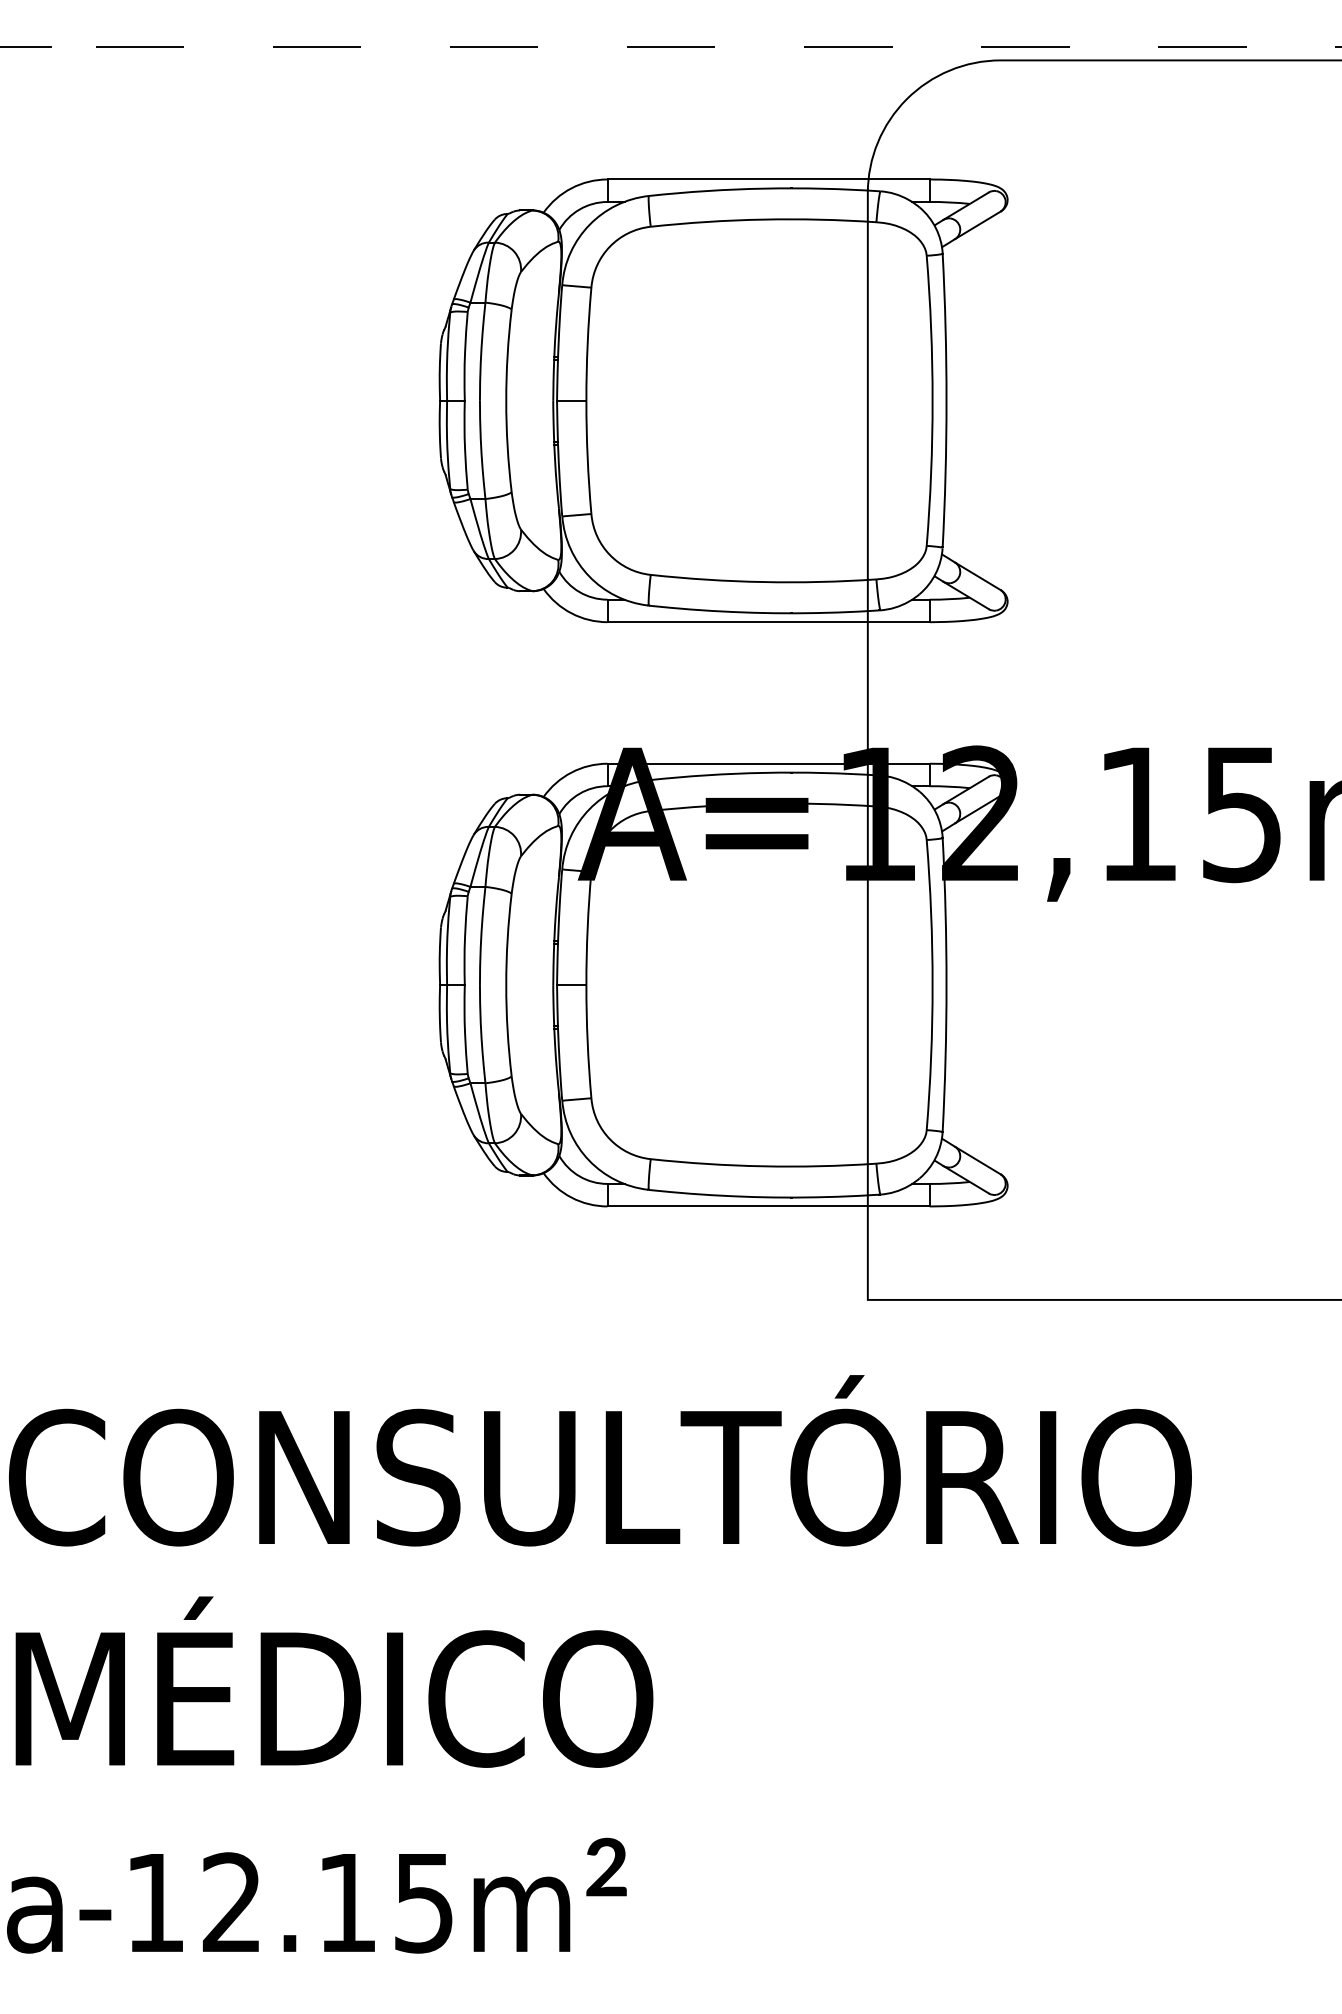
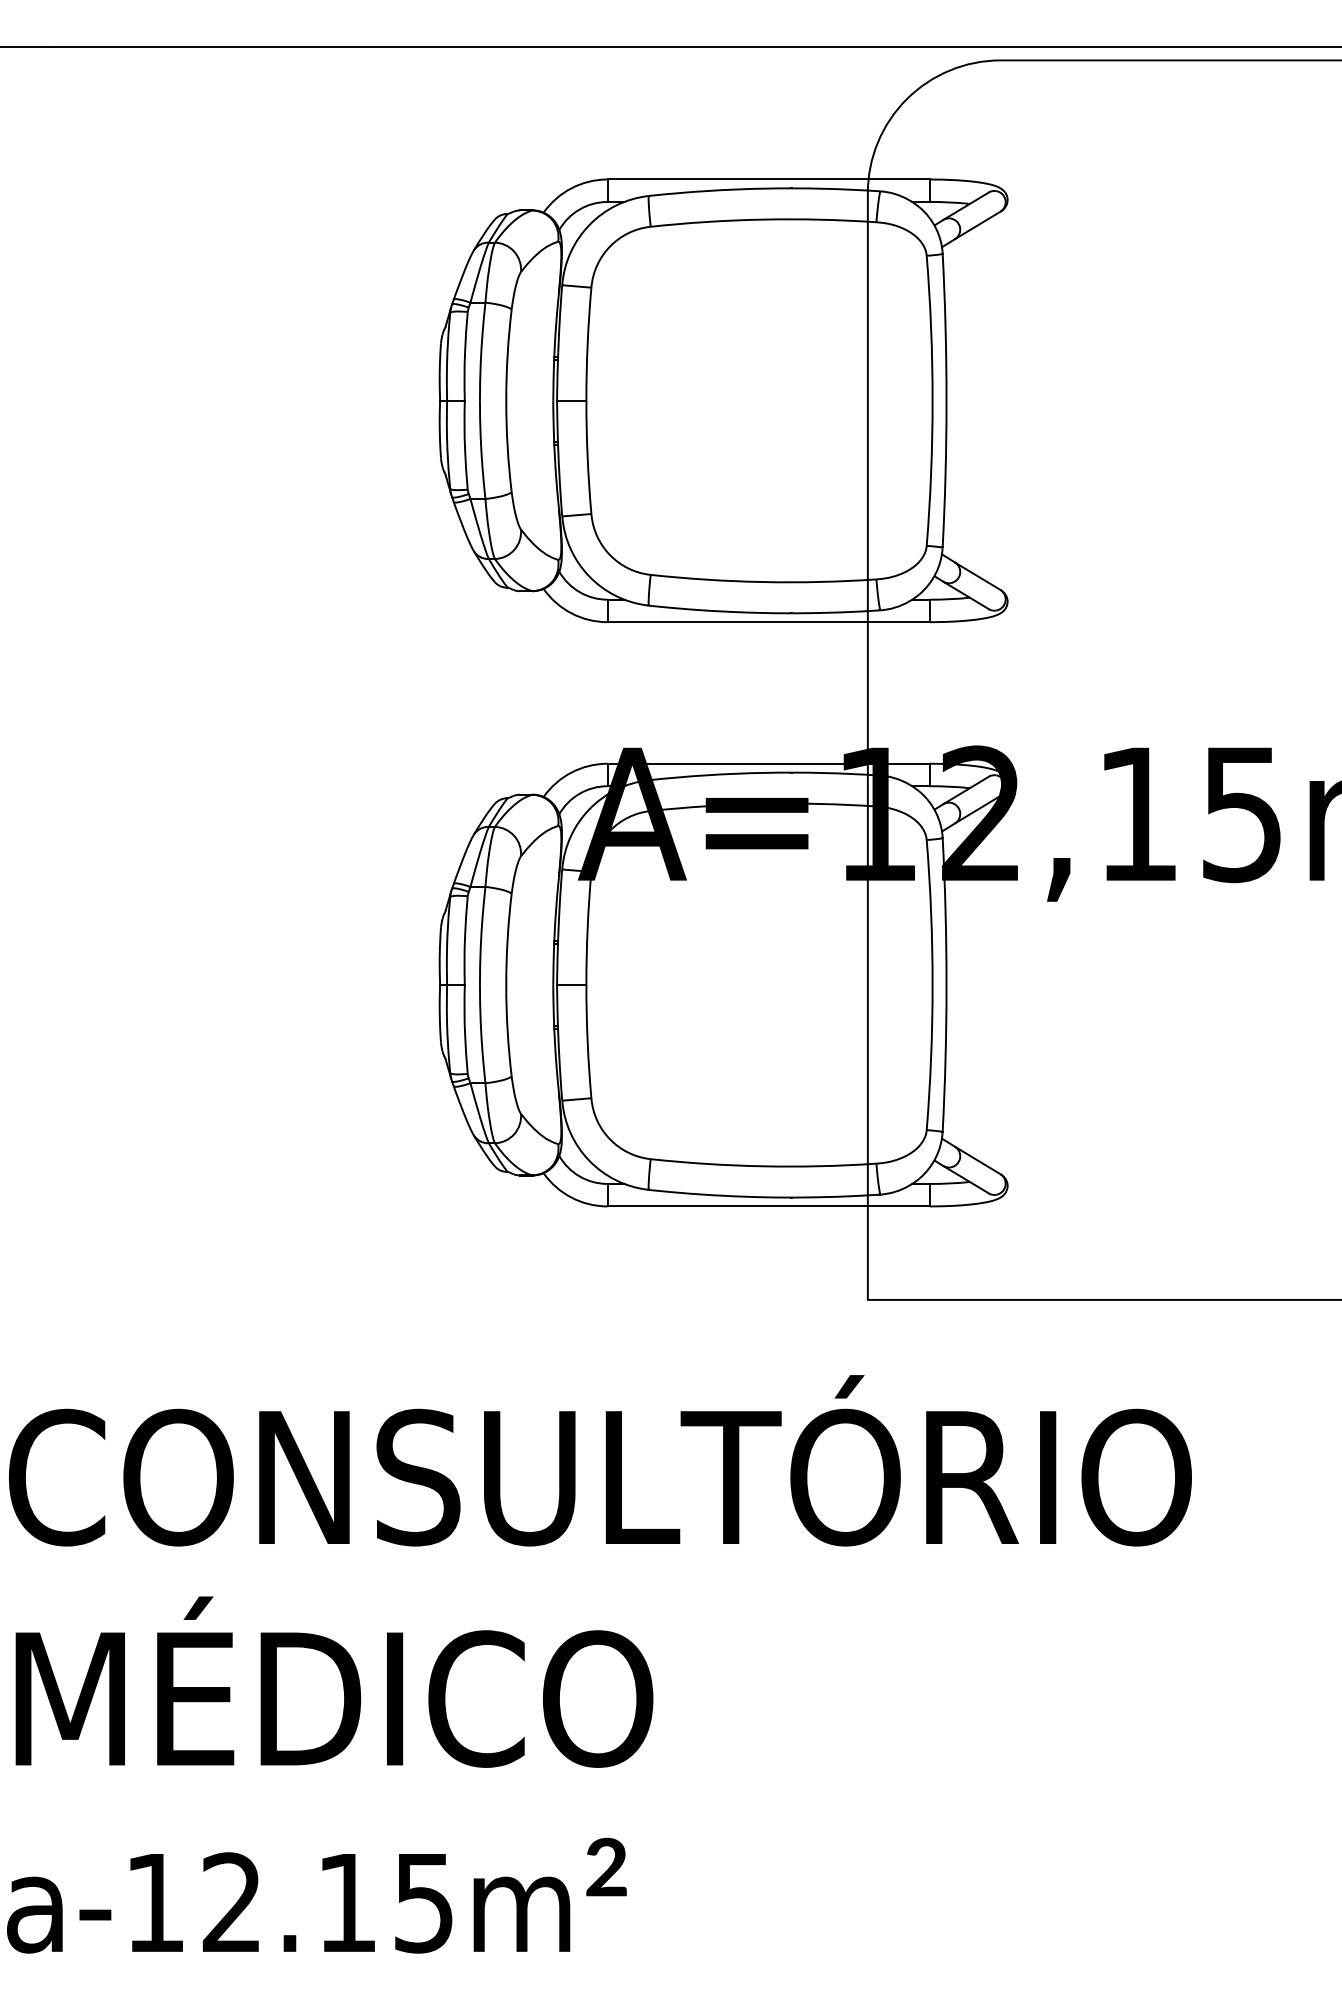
line at (696, 46): dashed -> solid
